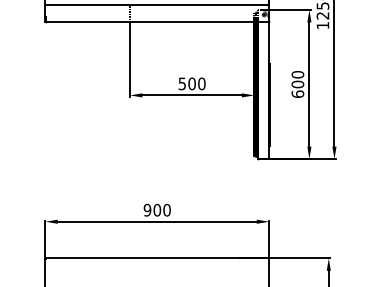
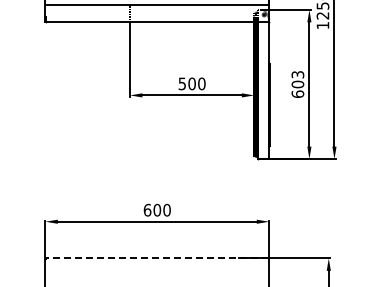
text at (297, 74): 600 -> 603
text at (147, 209): 900 -> 600
line at (157, 258): solid -> dashed
